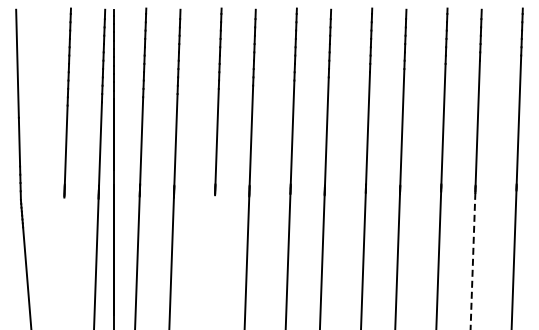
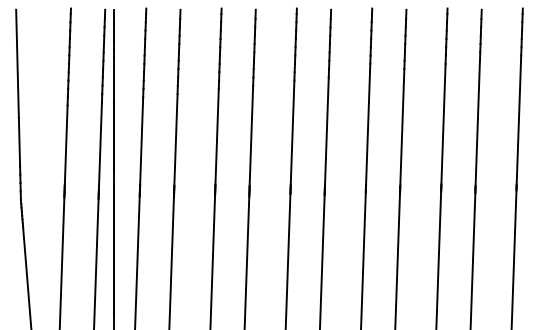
line at (212, 260): none -> present
line at (61, 261): none -> present
line at (472, 261): dashed -> solid
